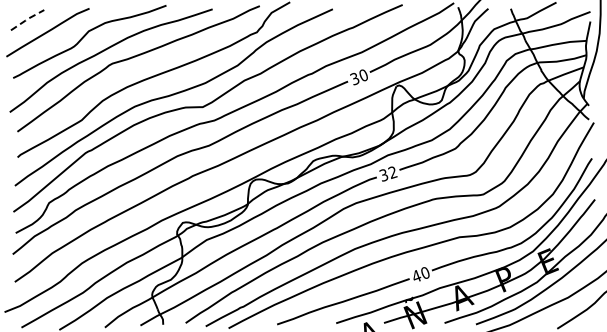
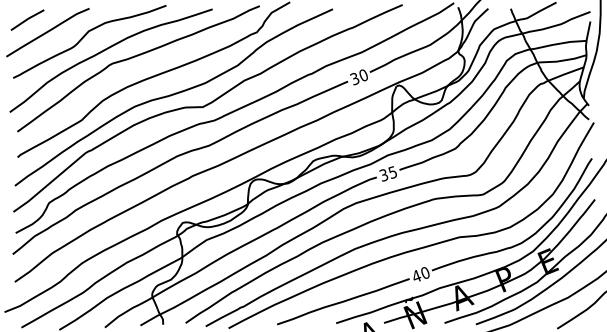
line at (27, 19): dashed -> solid
text at (392, 172): 32 -> 35
